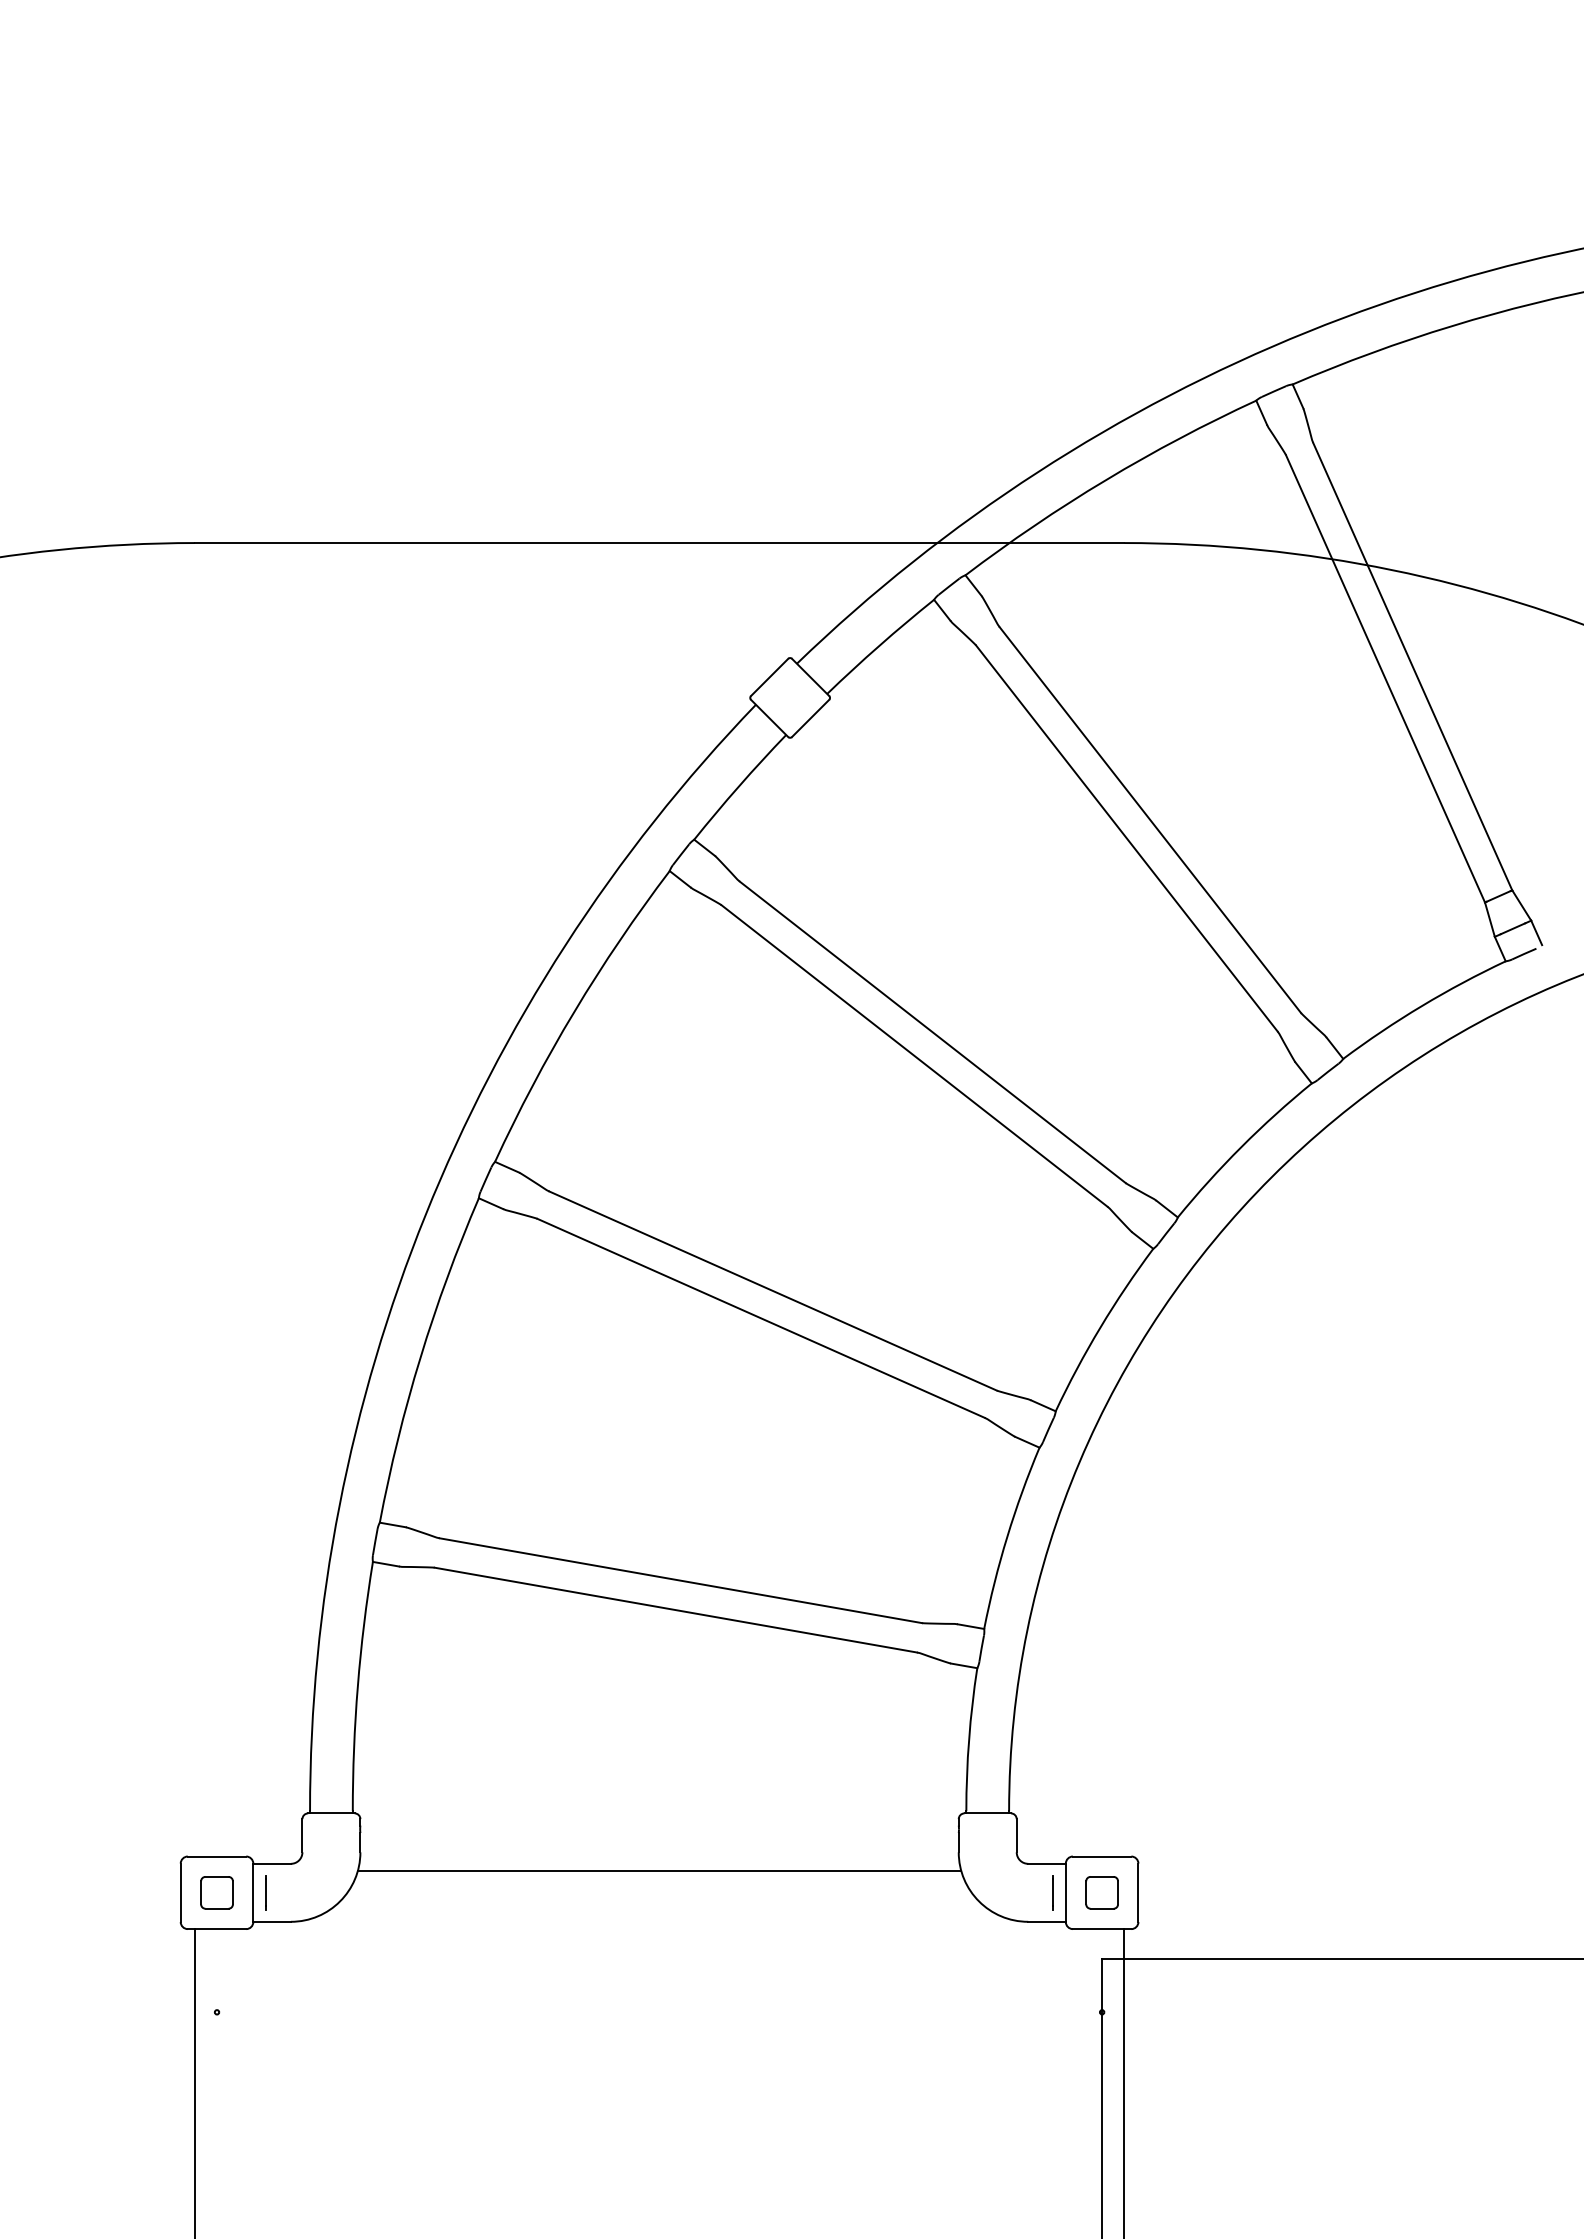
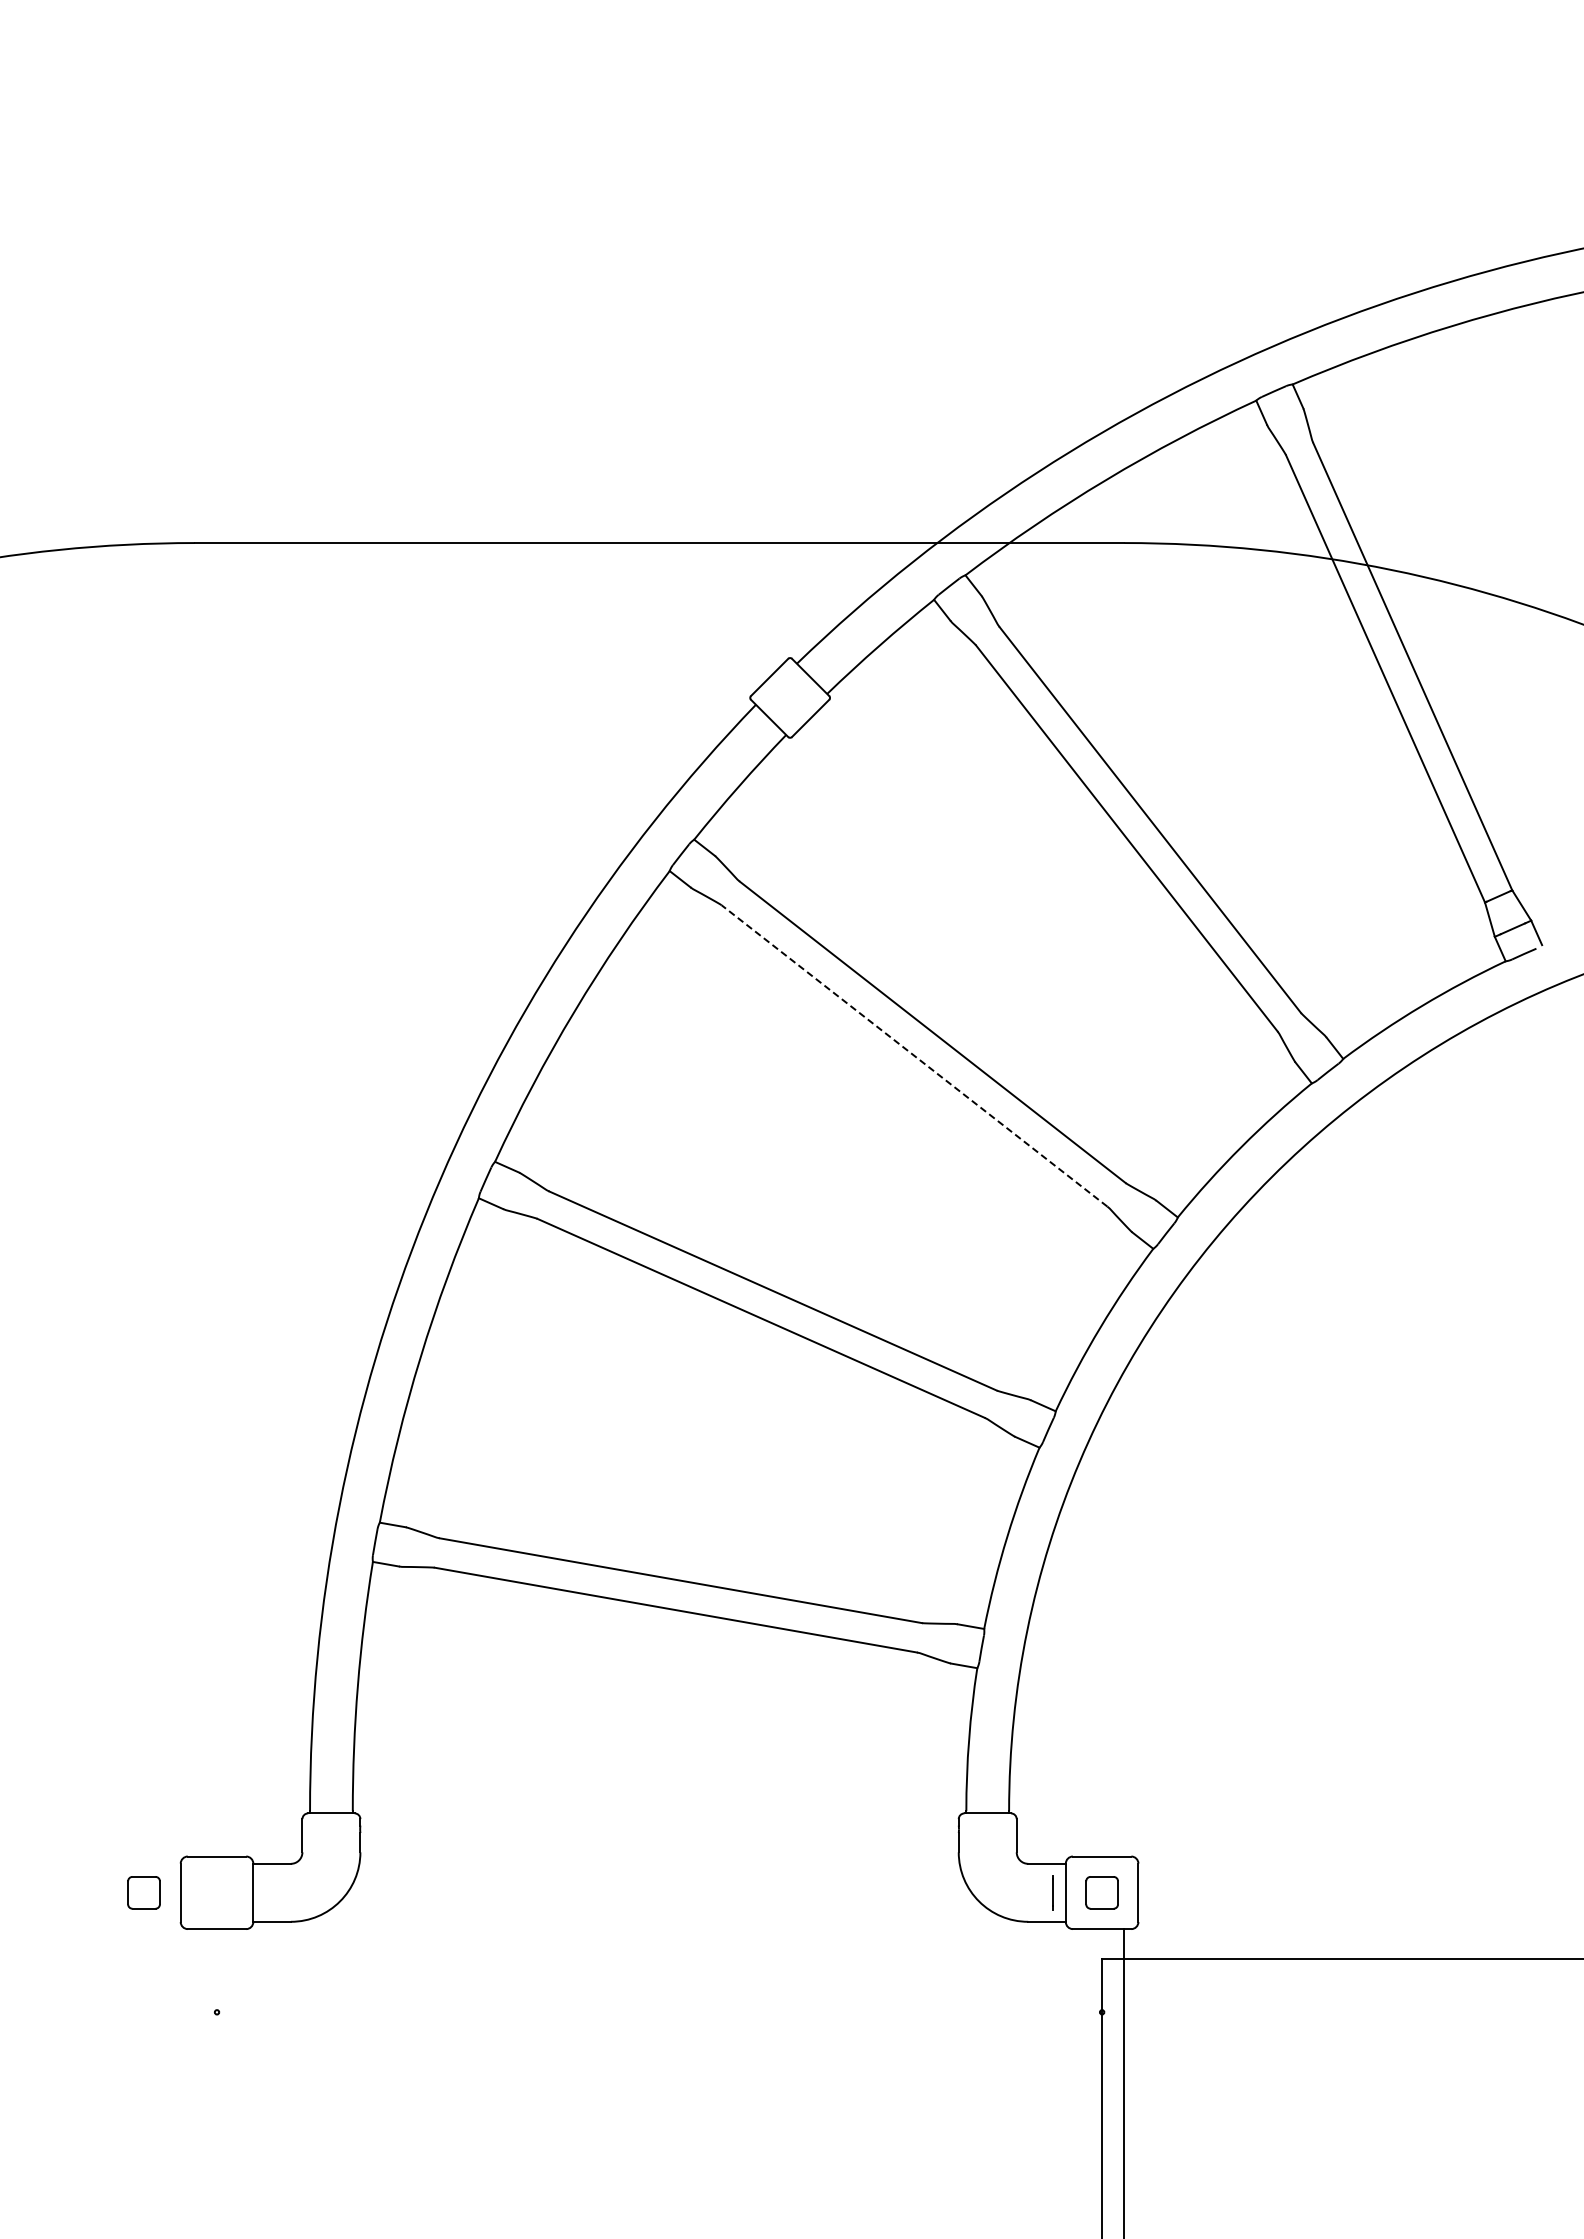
line at (914, 1055): solid -> dashed
line at (659, 1870): present -> none
part at (216, 1892) position: (216, 1892) -> (143, 1892)
line at (265, 1892): present -> none
line at (194, 2082): present -> none
